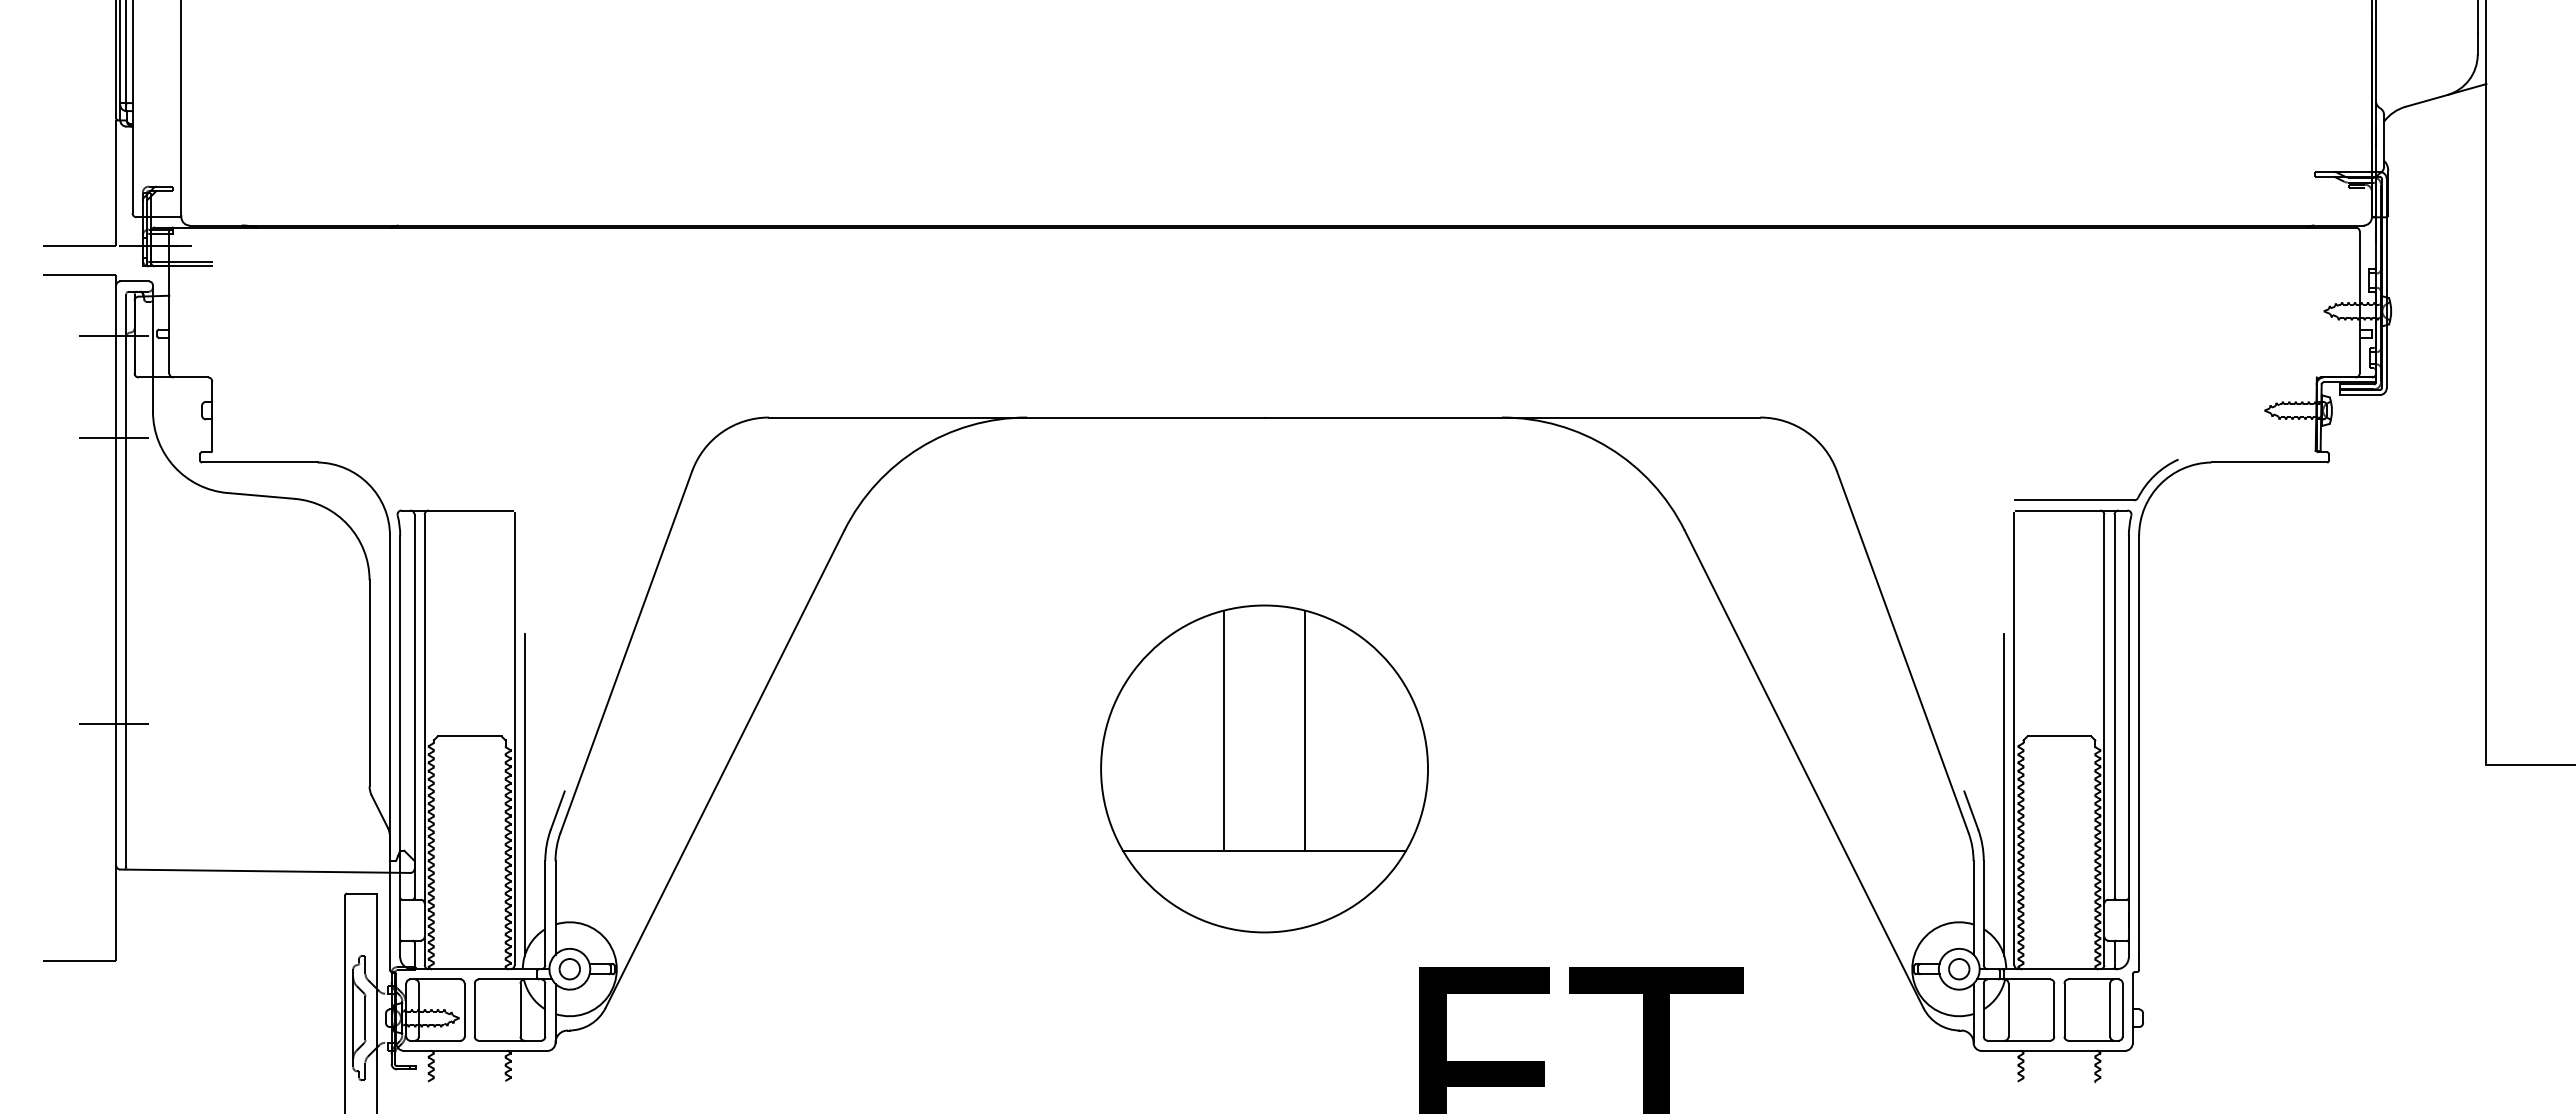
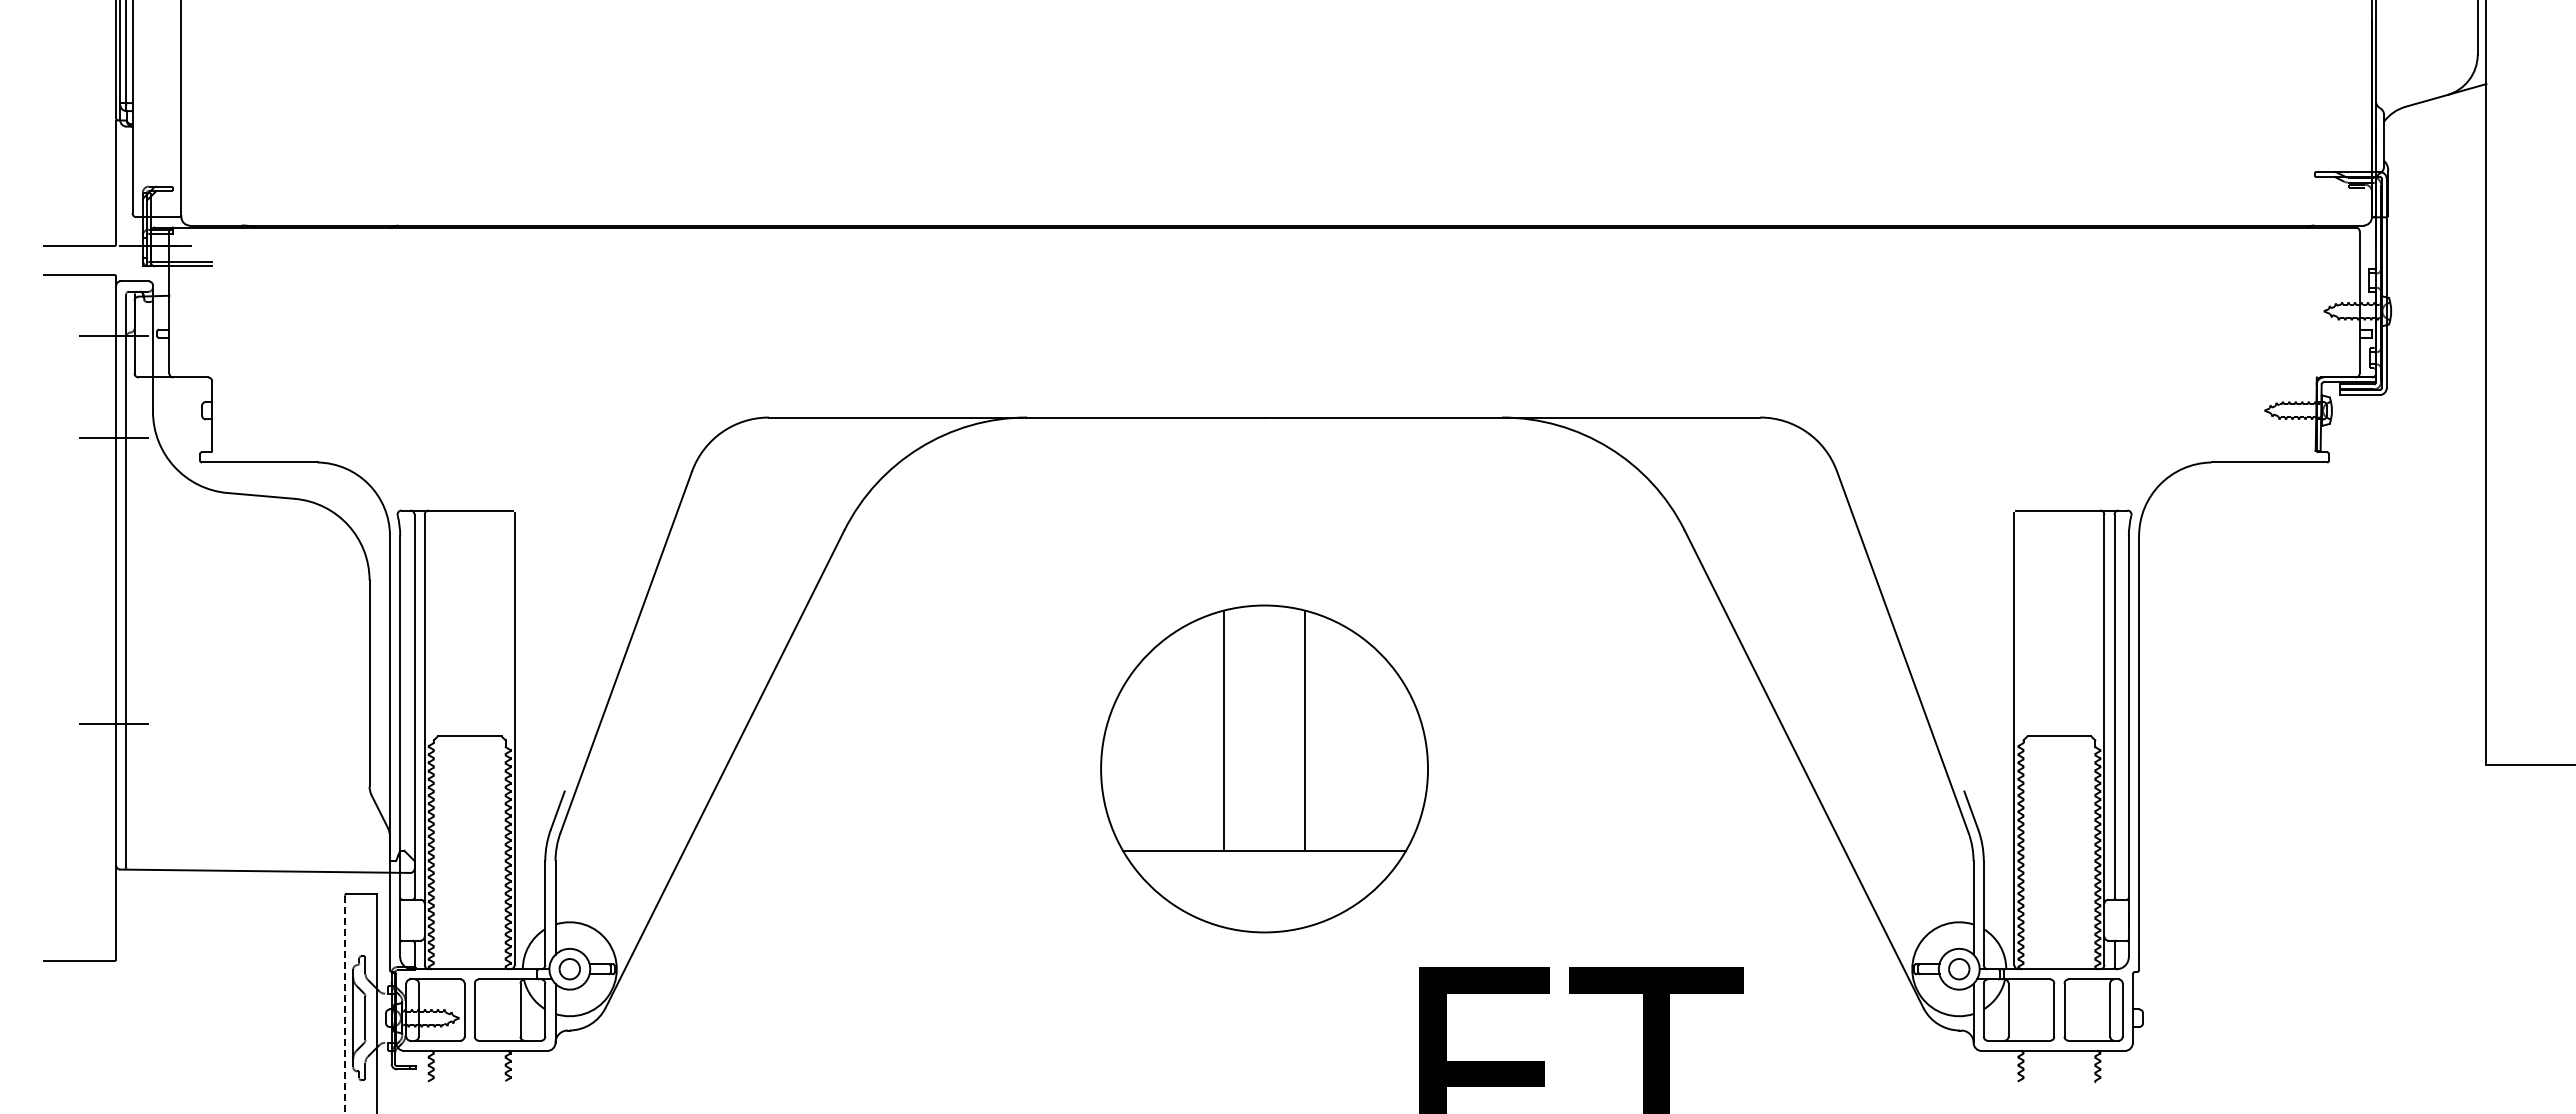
part at (2096, 499): present -> none
line at (524, 794): present -> none
line at (2004, 794): present -> none
line at (345, 1004): solid -> dashed
